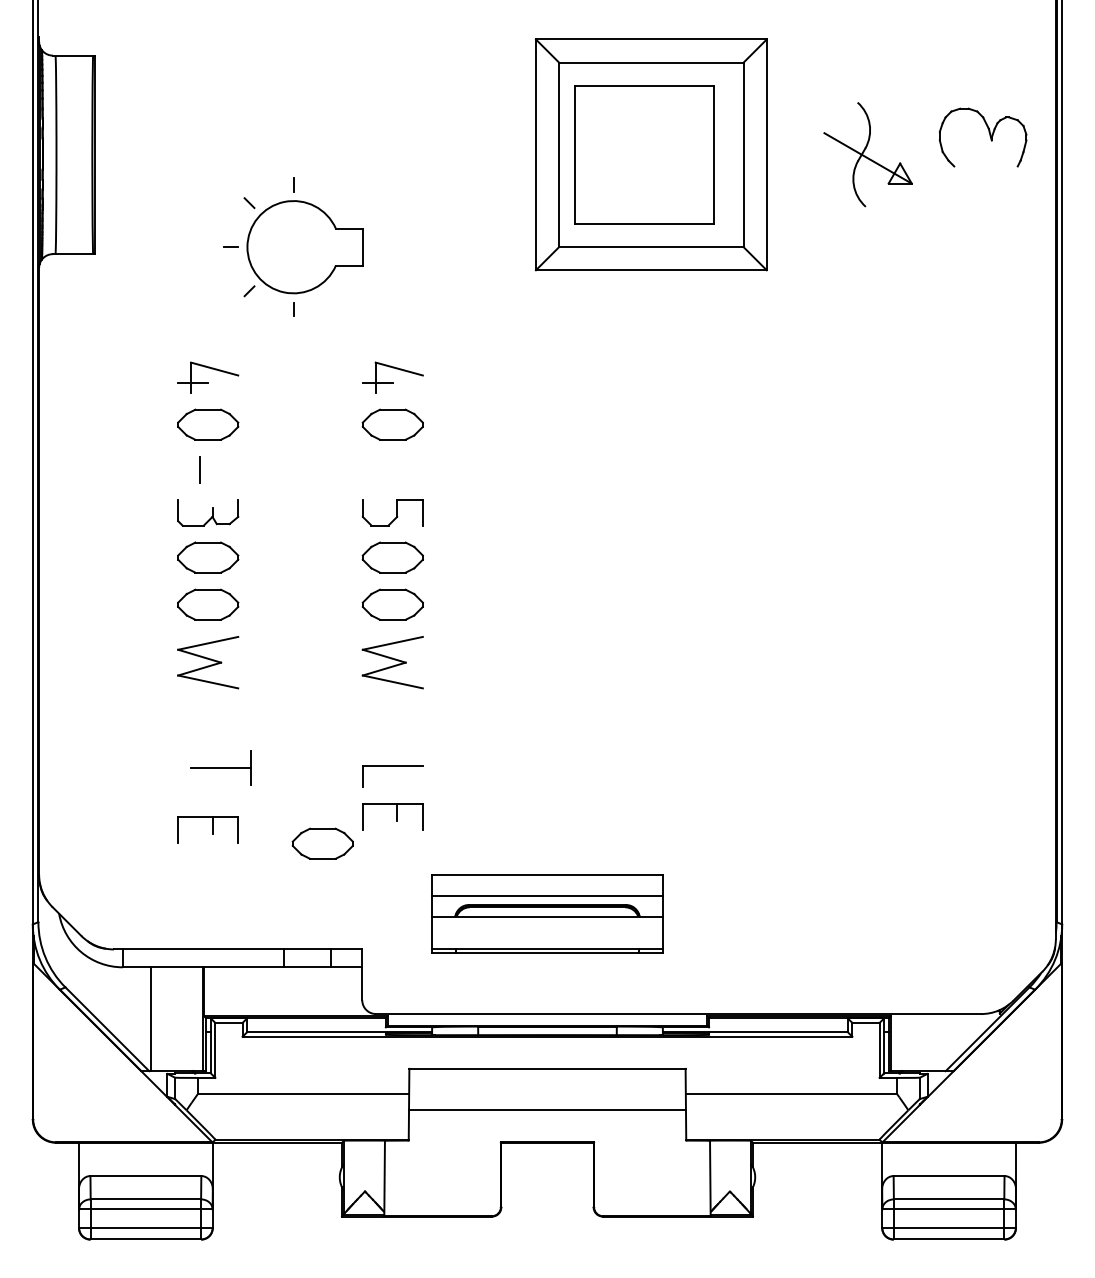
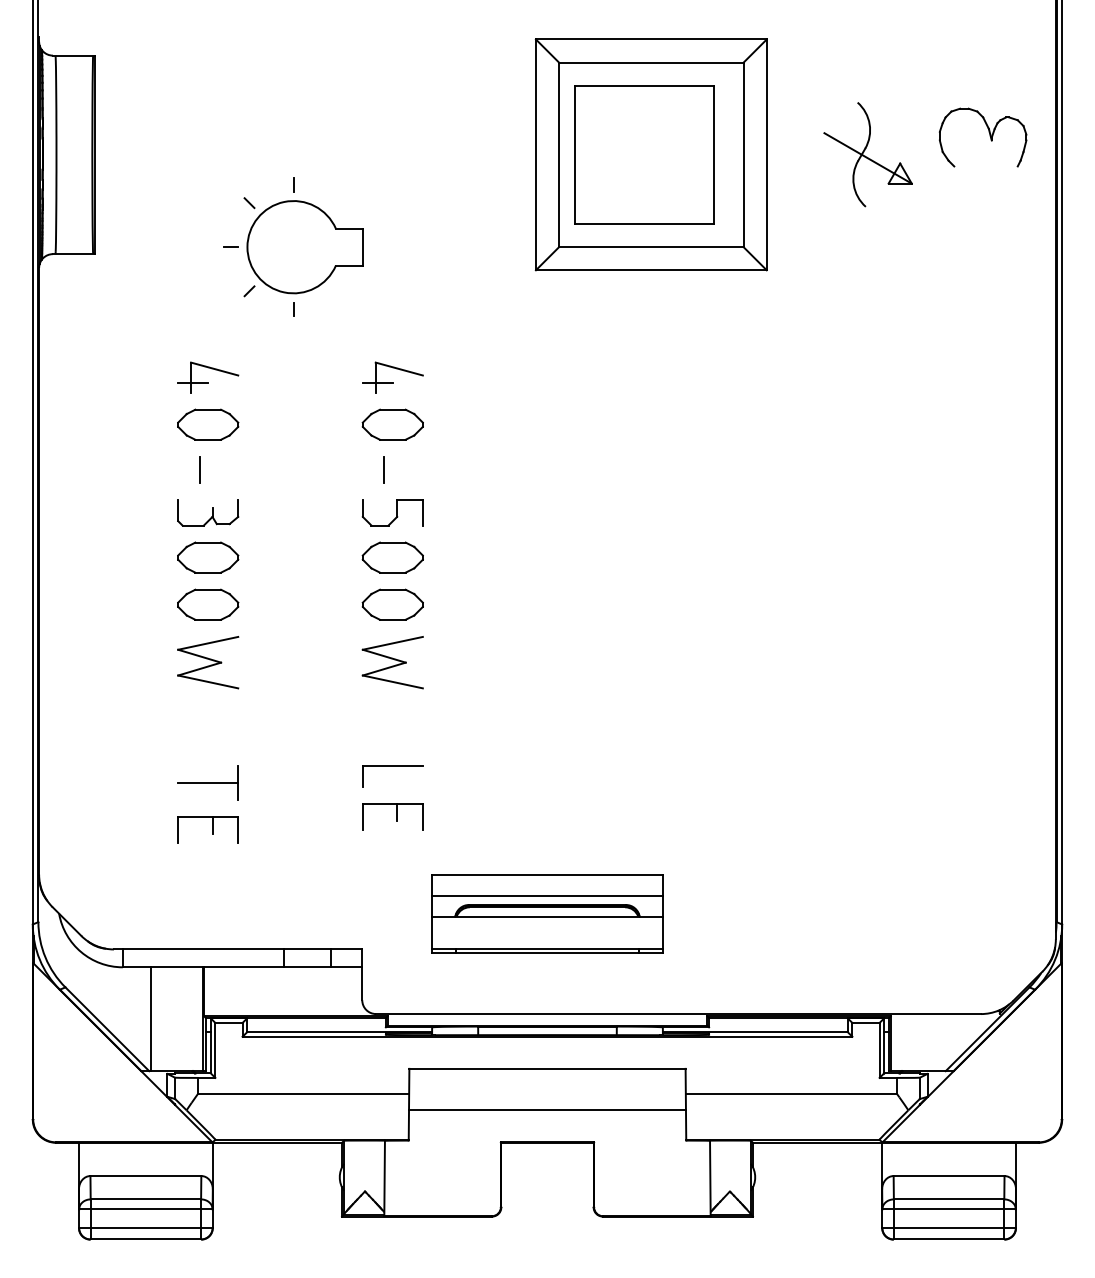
line at (384, 469): none -> present
part at (220, 767) position: (220, 767) -> (207, 782)
part at (322, 843): present -> none
